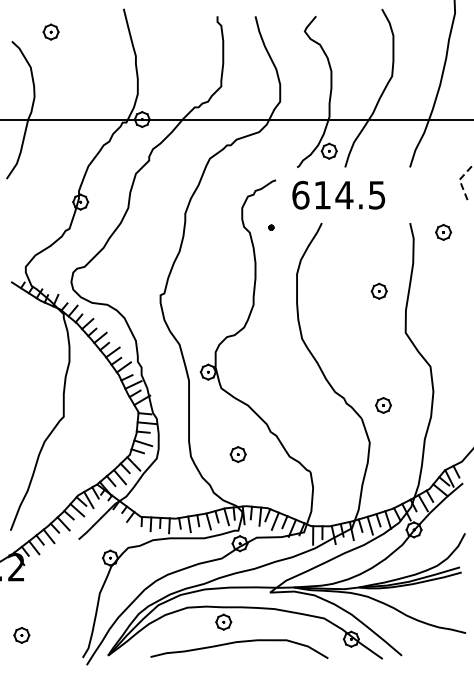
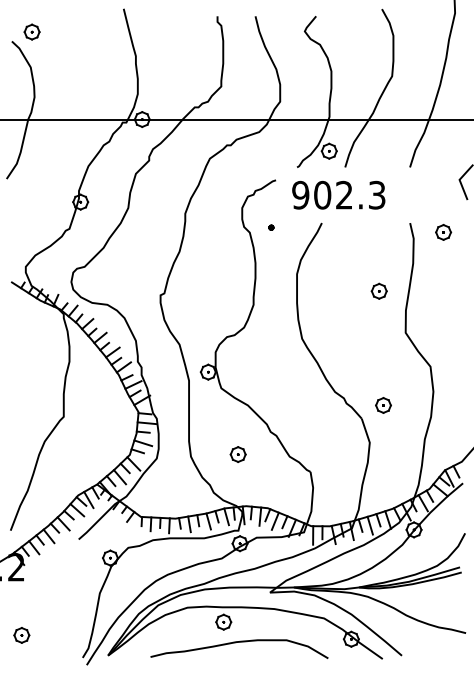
part at (50, 31) position: (50, 31) -> (31, 31)
line at (459, 179): dashed -> solid
text at (338, 194): 614.5 -> 902.3
